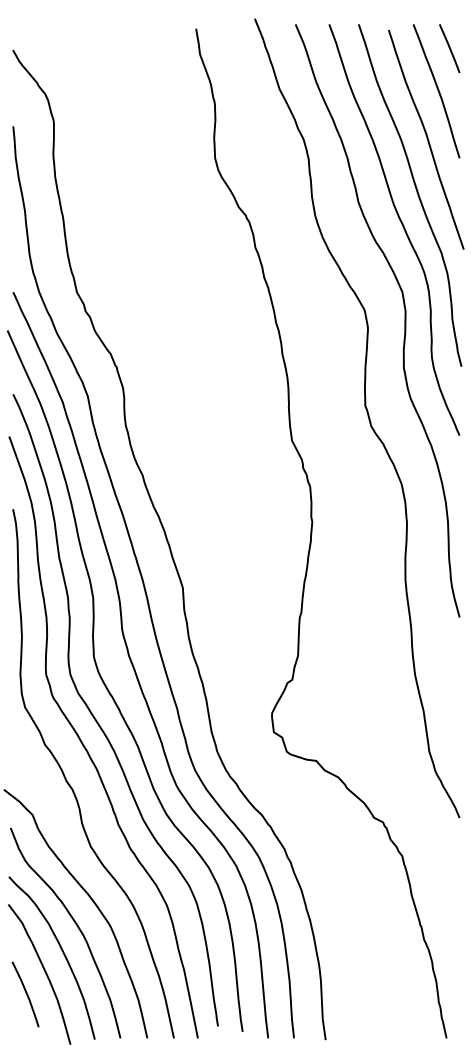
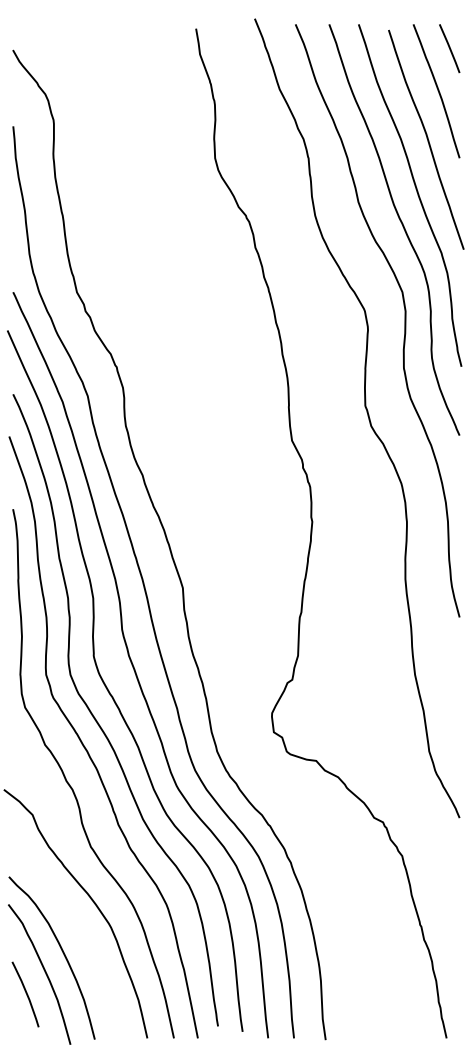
curve at (76, 926): present -> none
